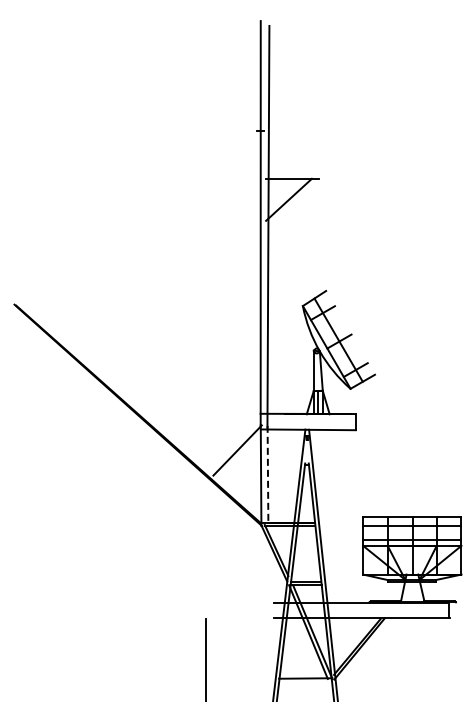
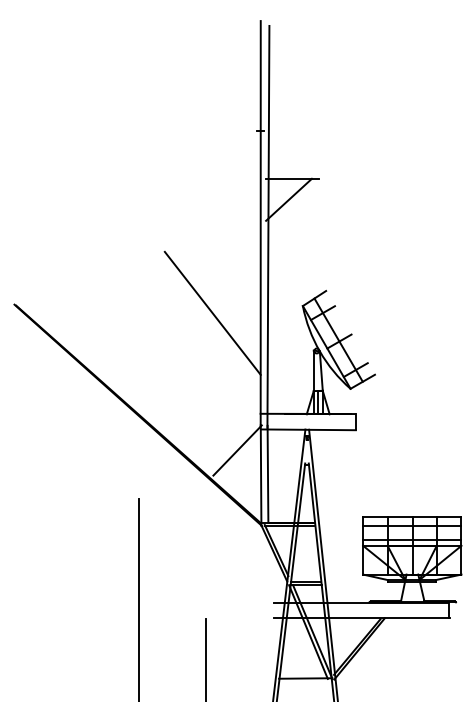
line at (212, 312): none -> present
line at (267, 474): dashed -> solid
line at (138, 598): none -> present
